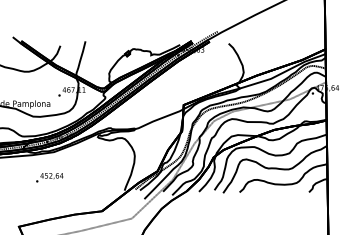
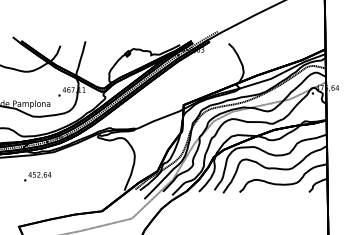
text at (49, 177) position: (49, 177) -> (37, 176)
